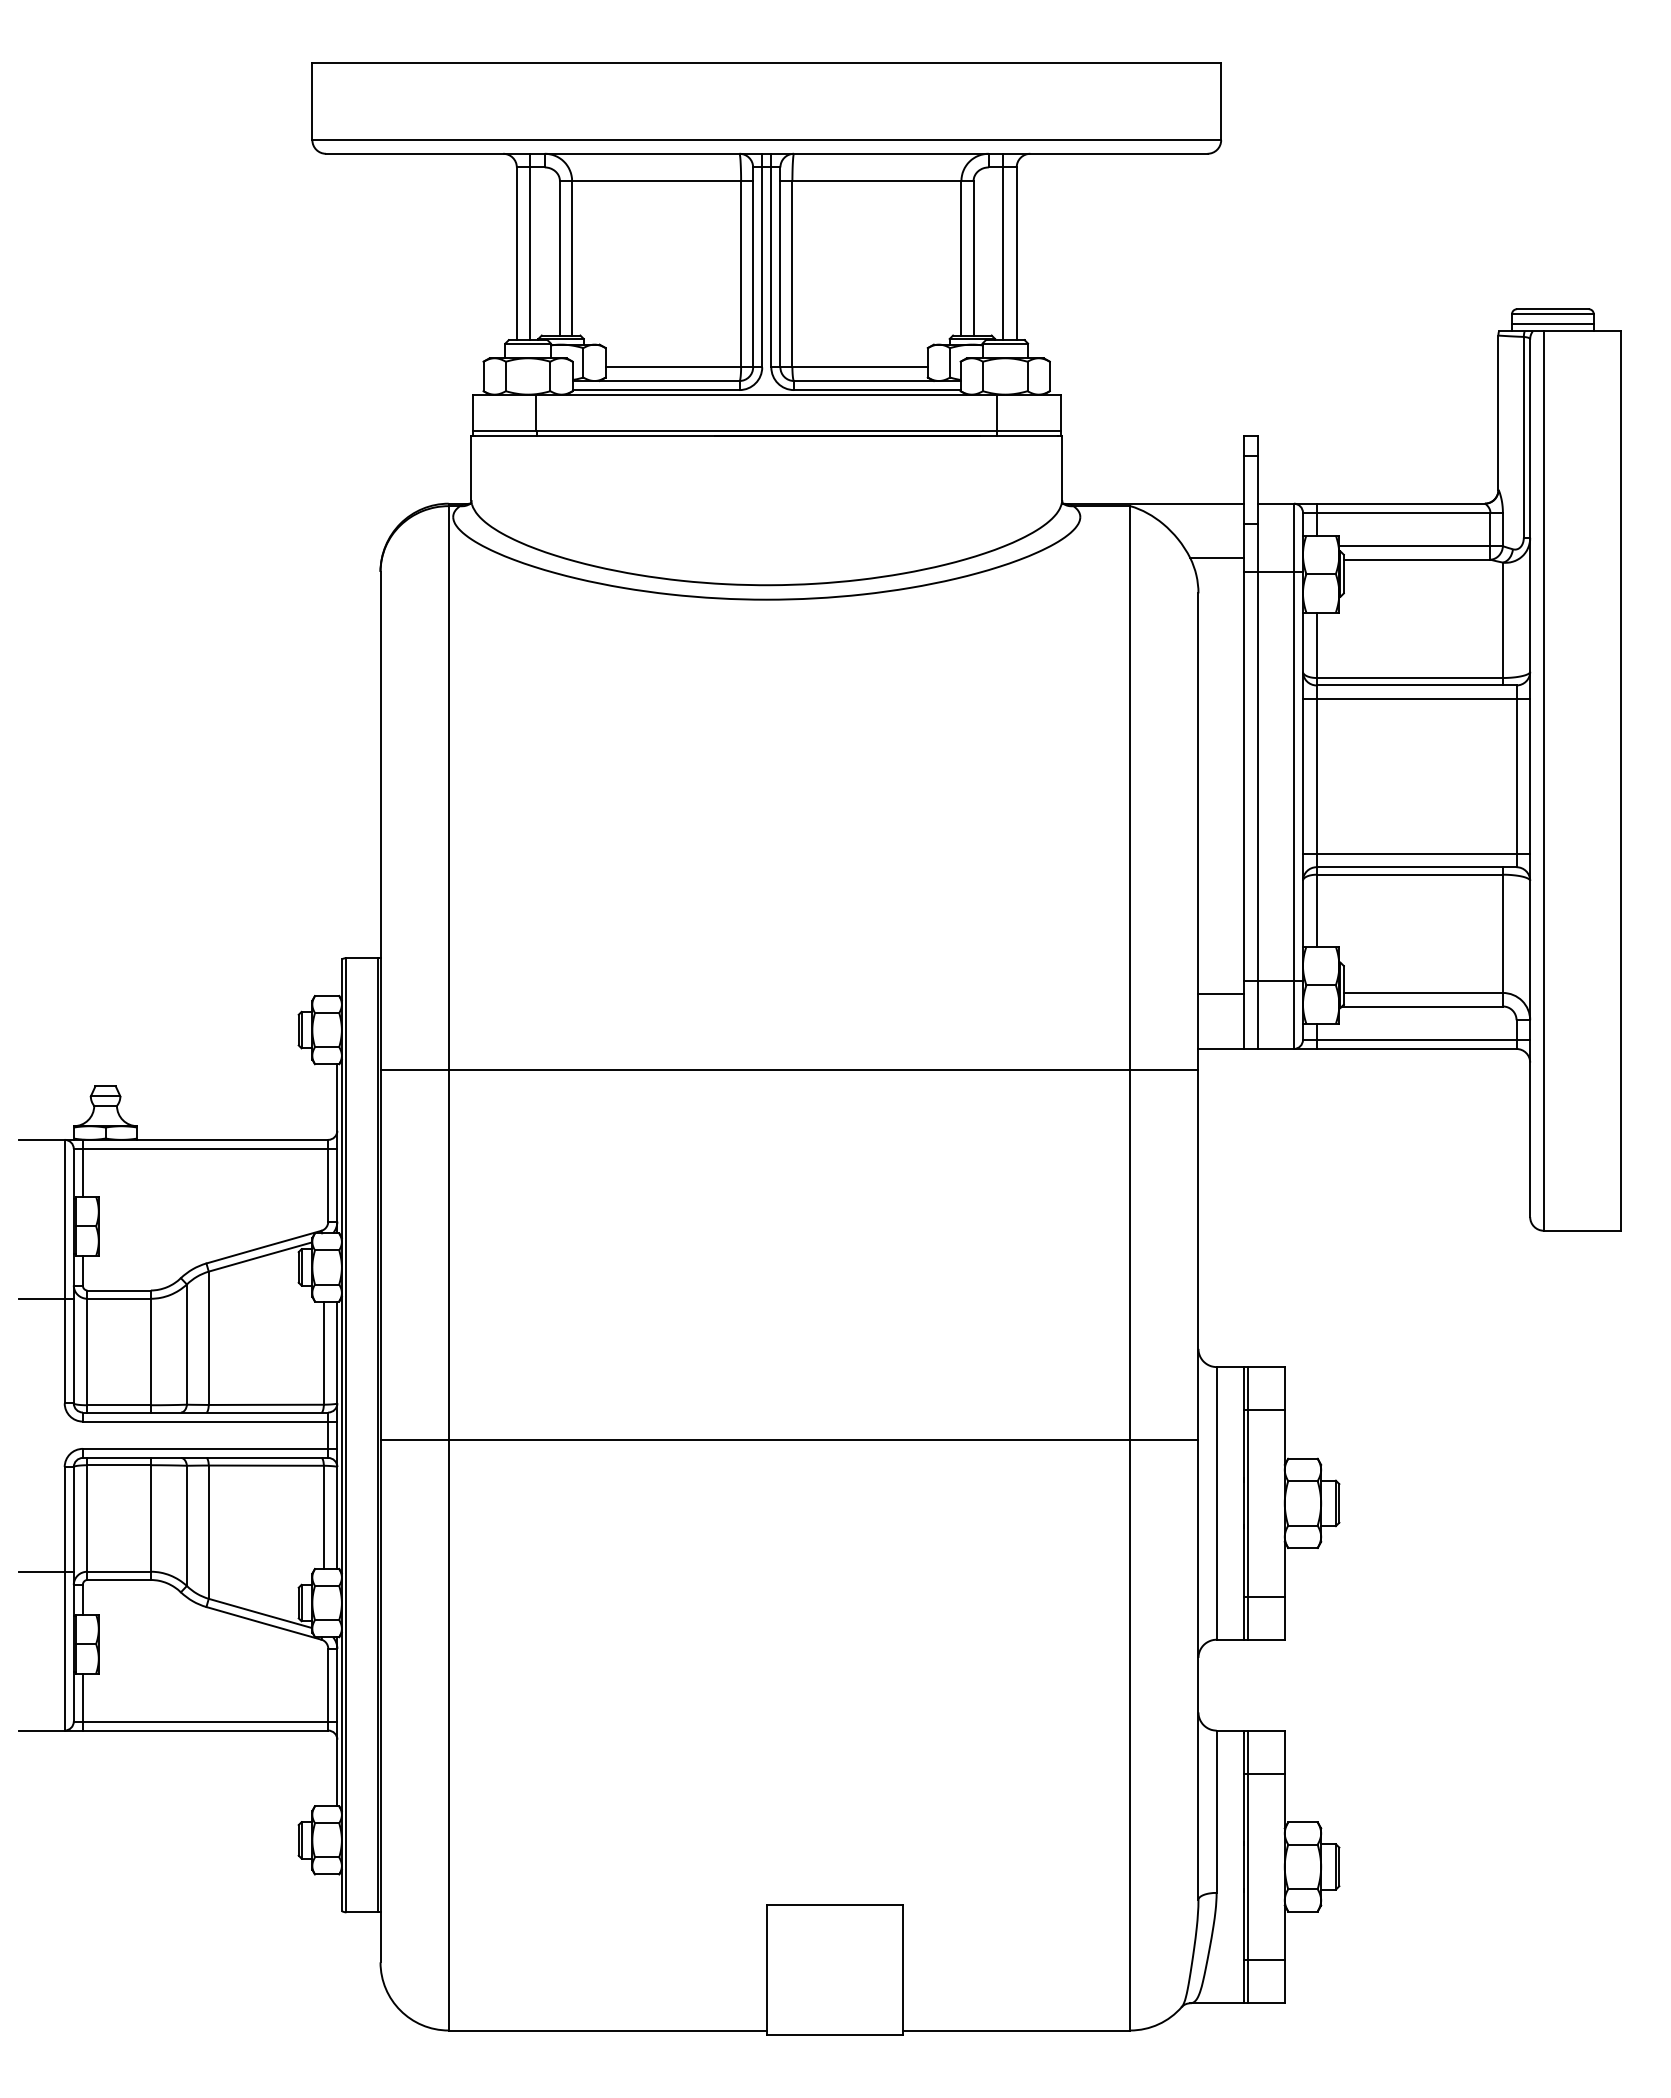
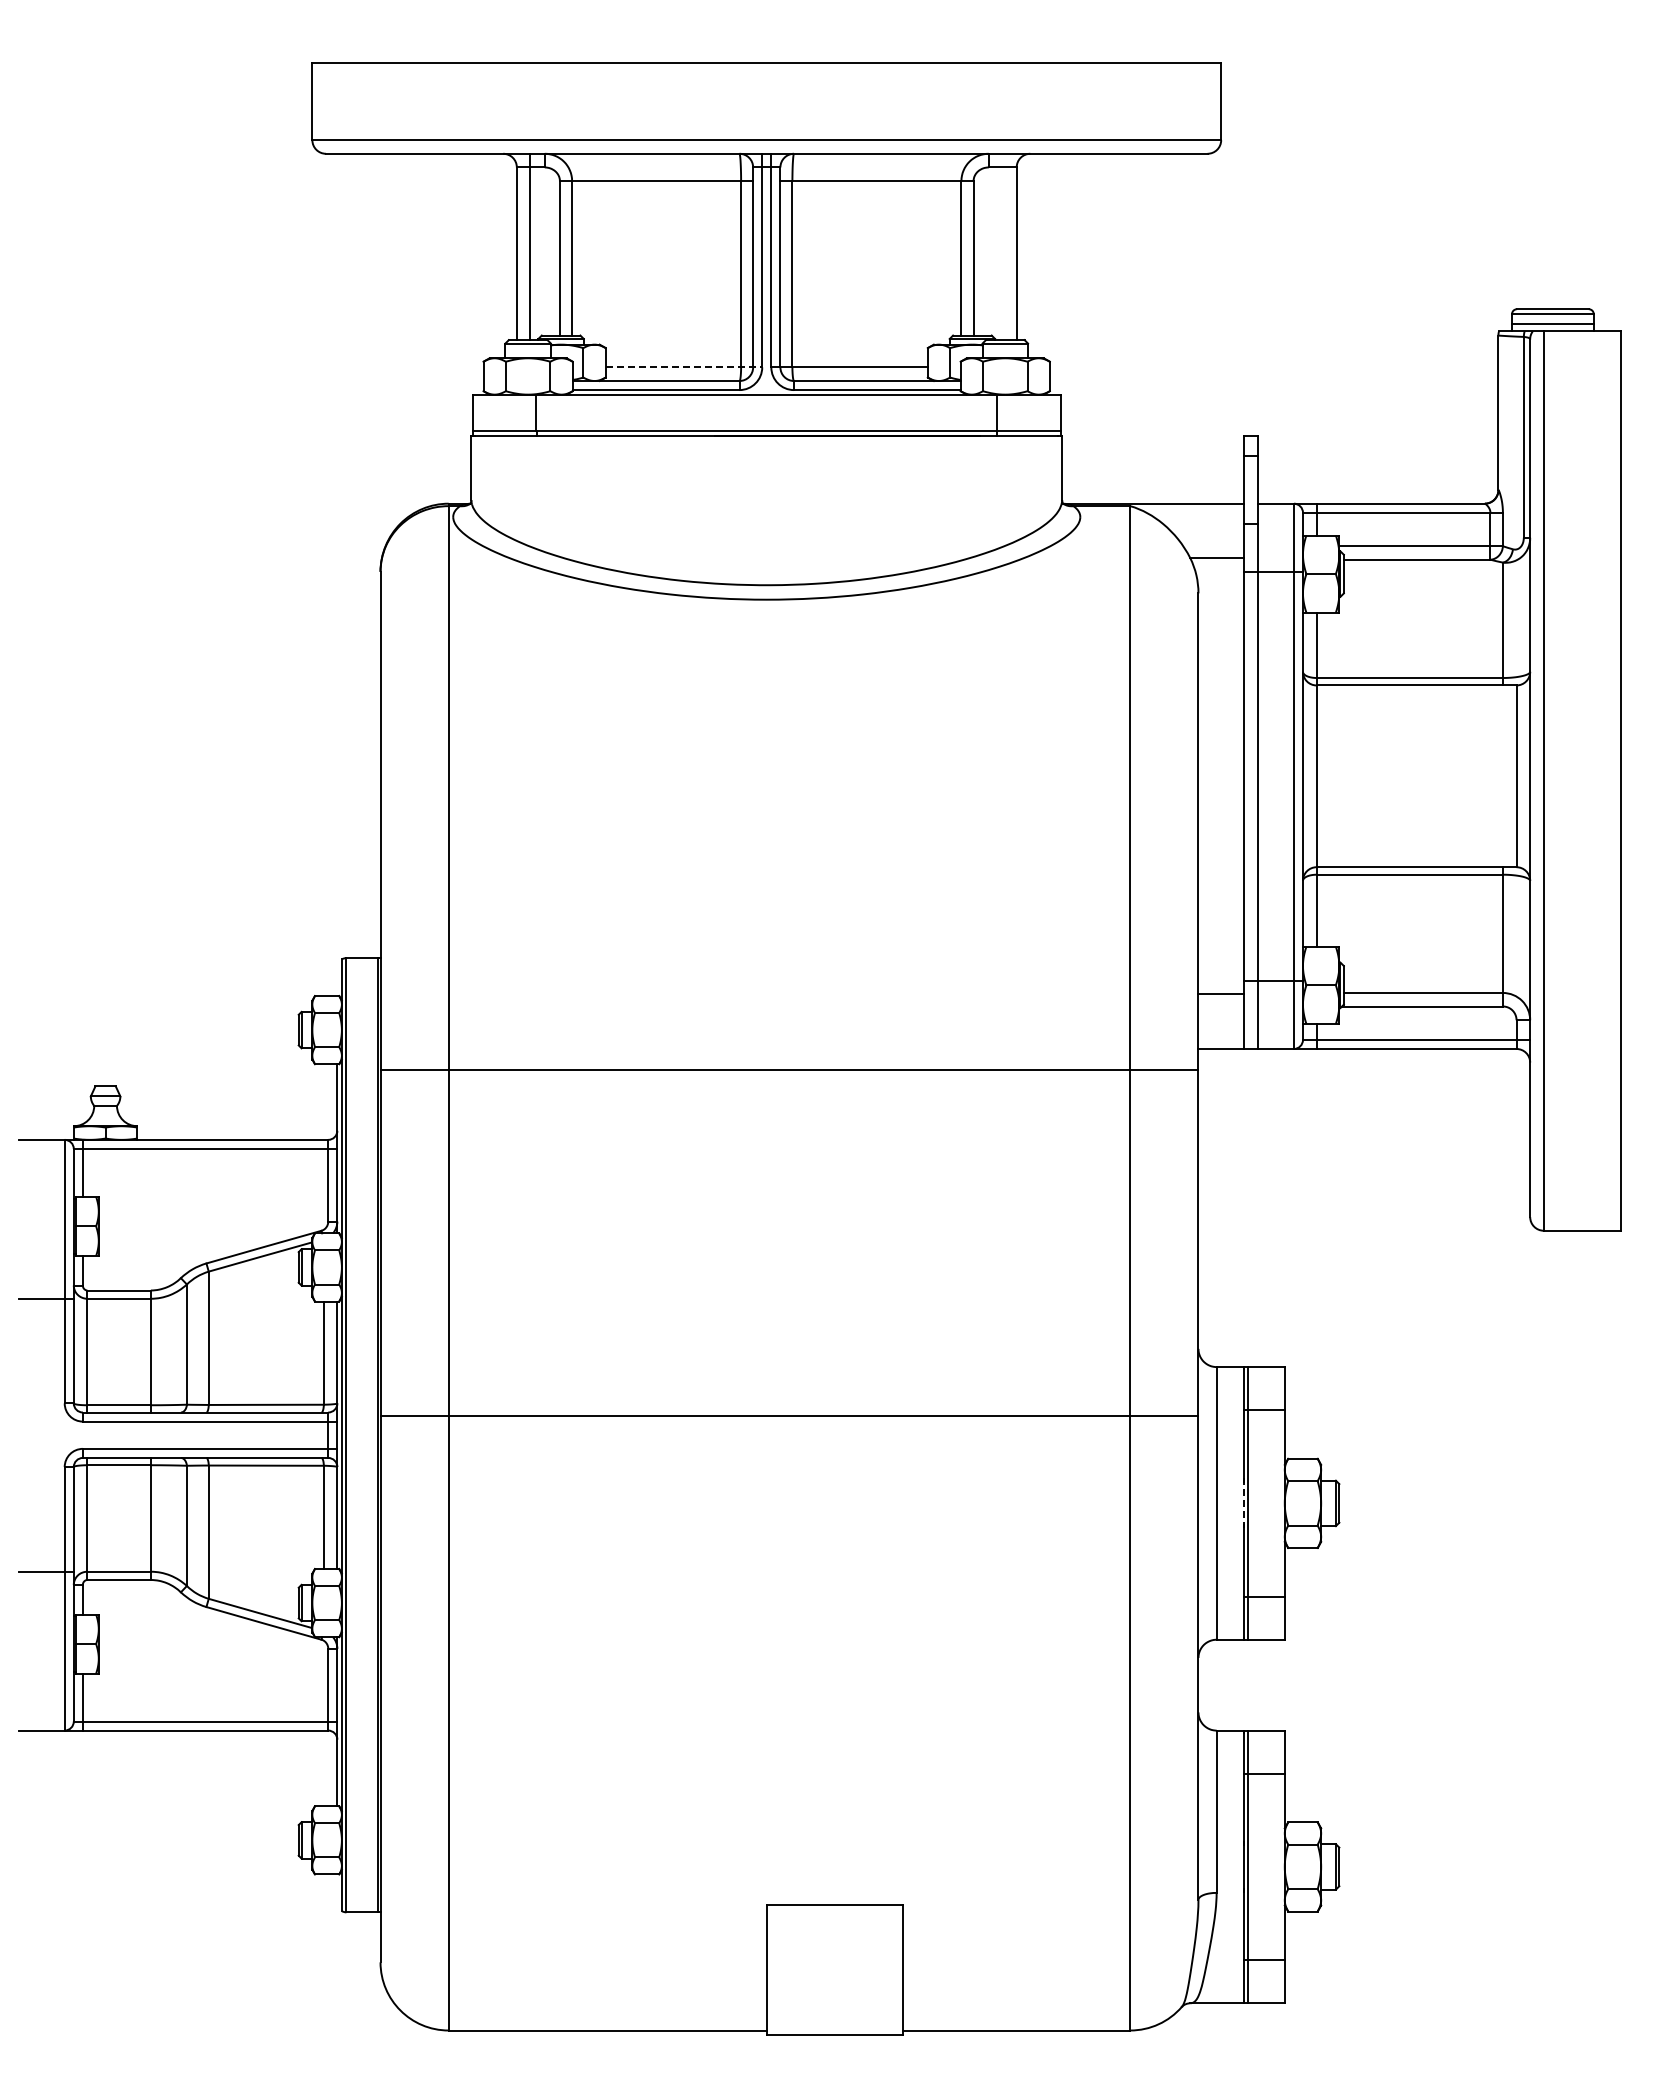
line at (1003, 246): present -> none
line at (684, 367): solid -> dashed
line at (1416, 699): present -> none
line at (1416, 853): present -> none
line at (789, 1439) position: (789, 1439) -> (789, 1415)
line at (1243, 1503): solid -> dashed
